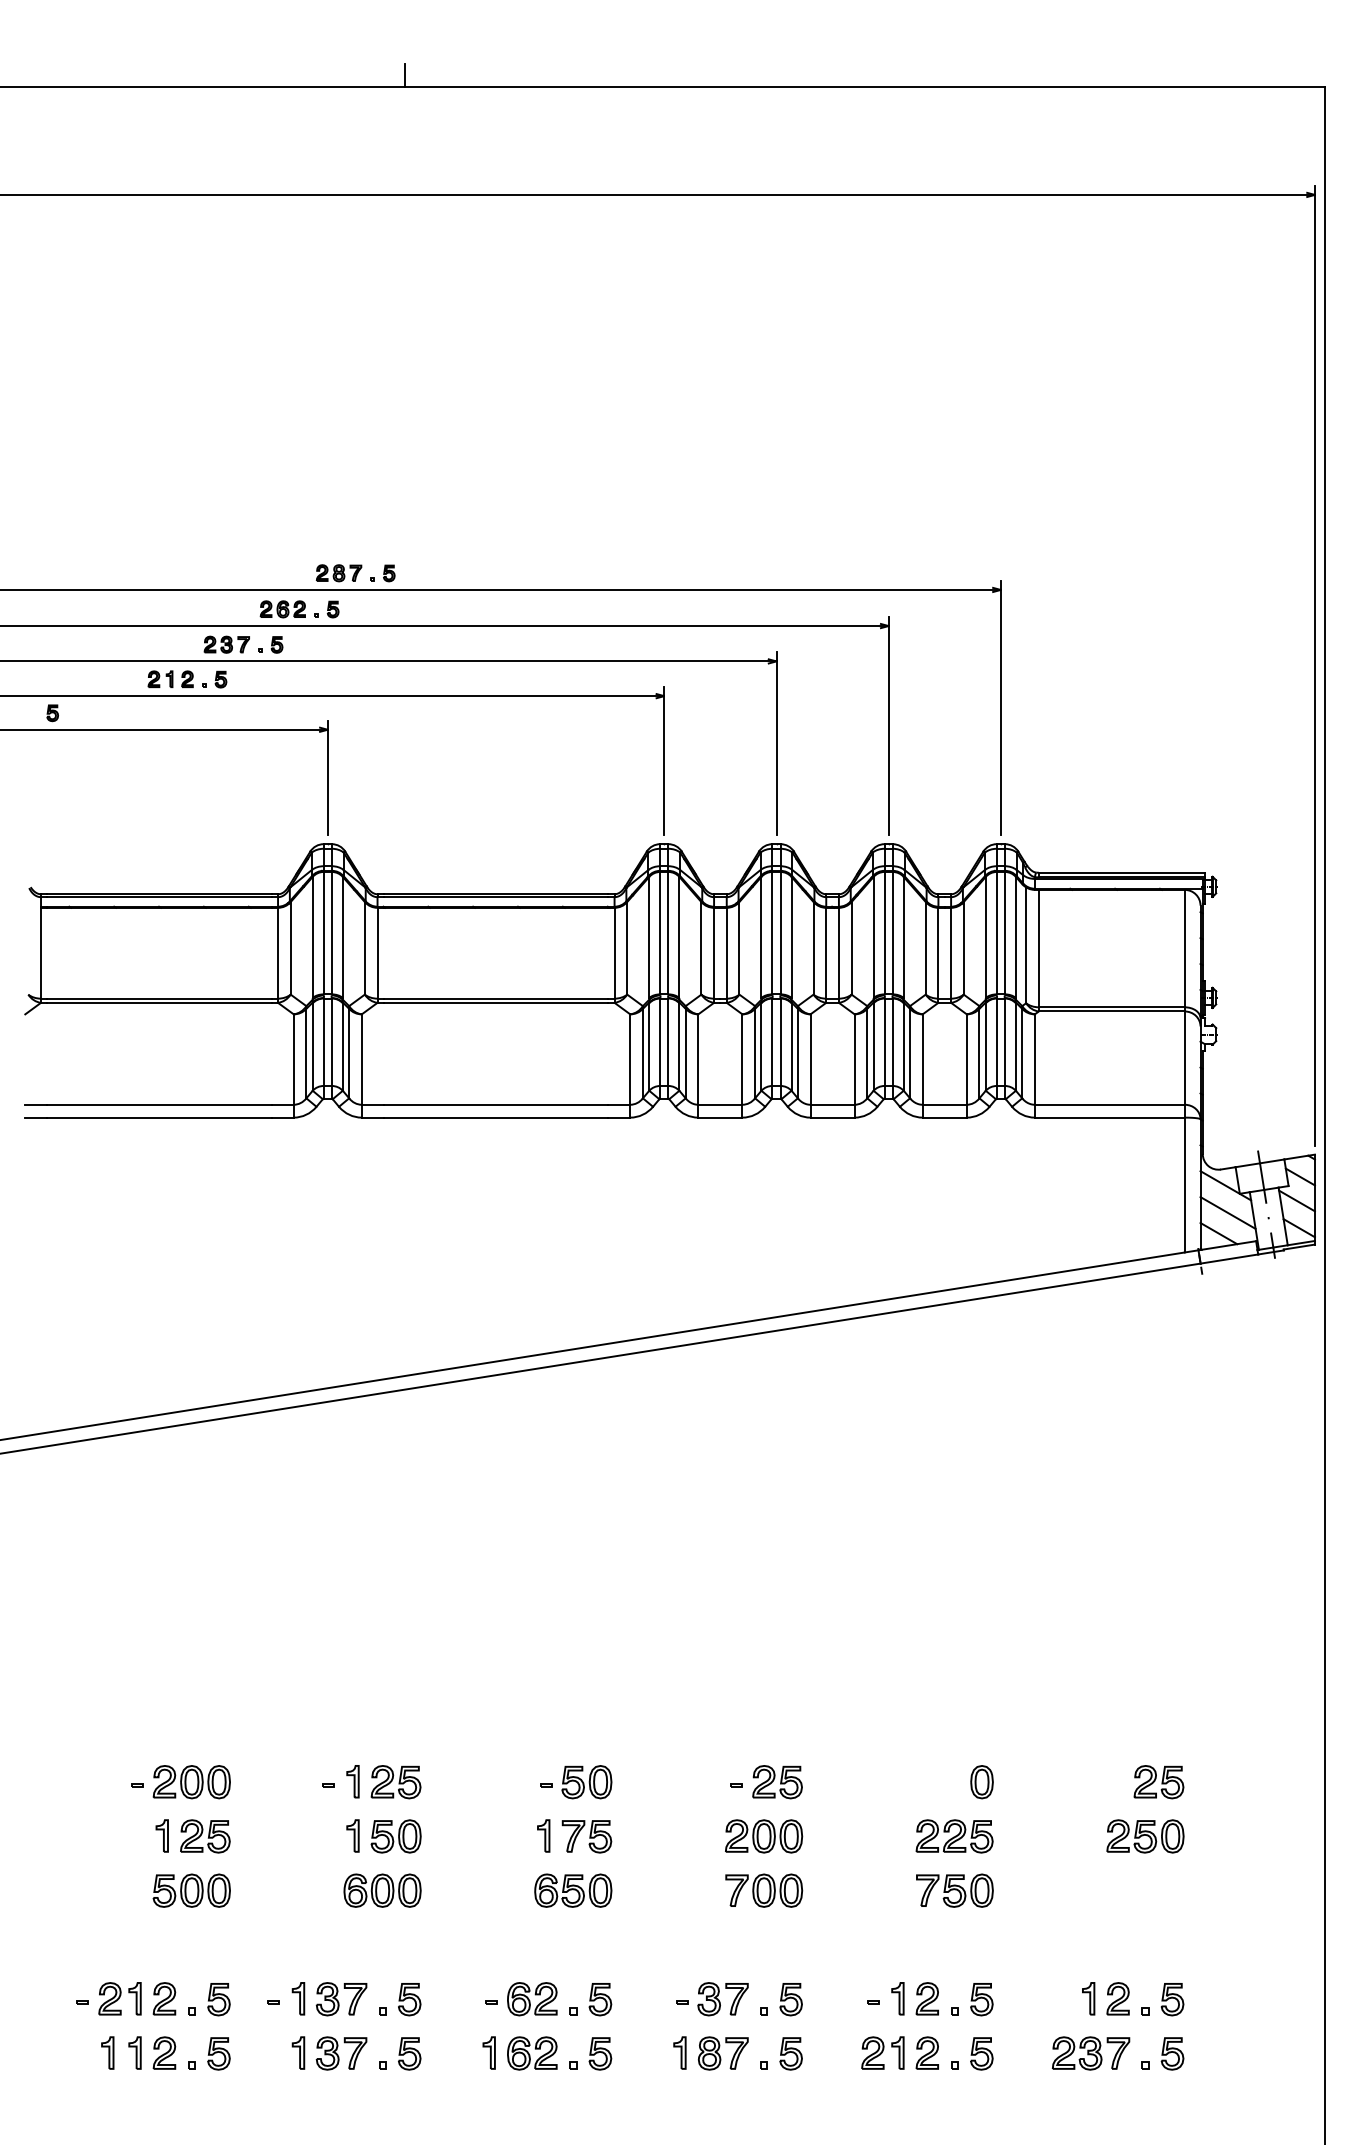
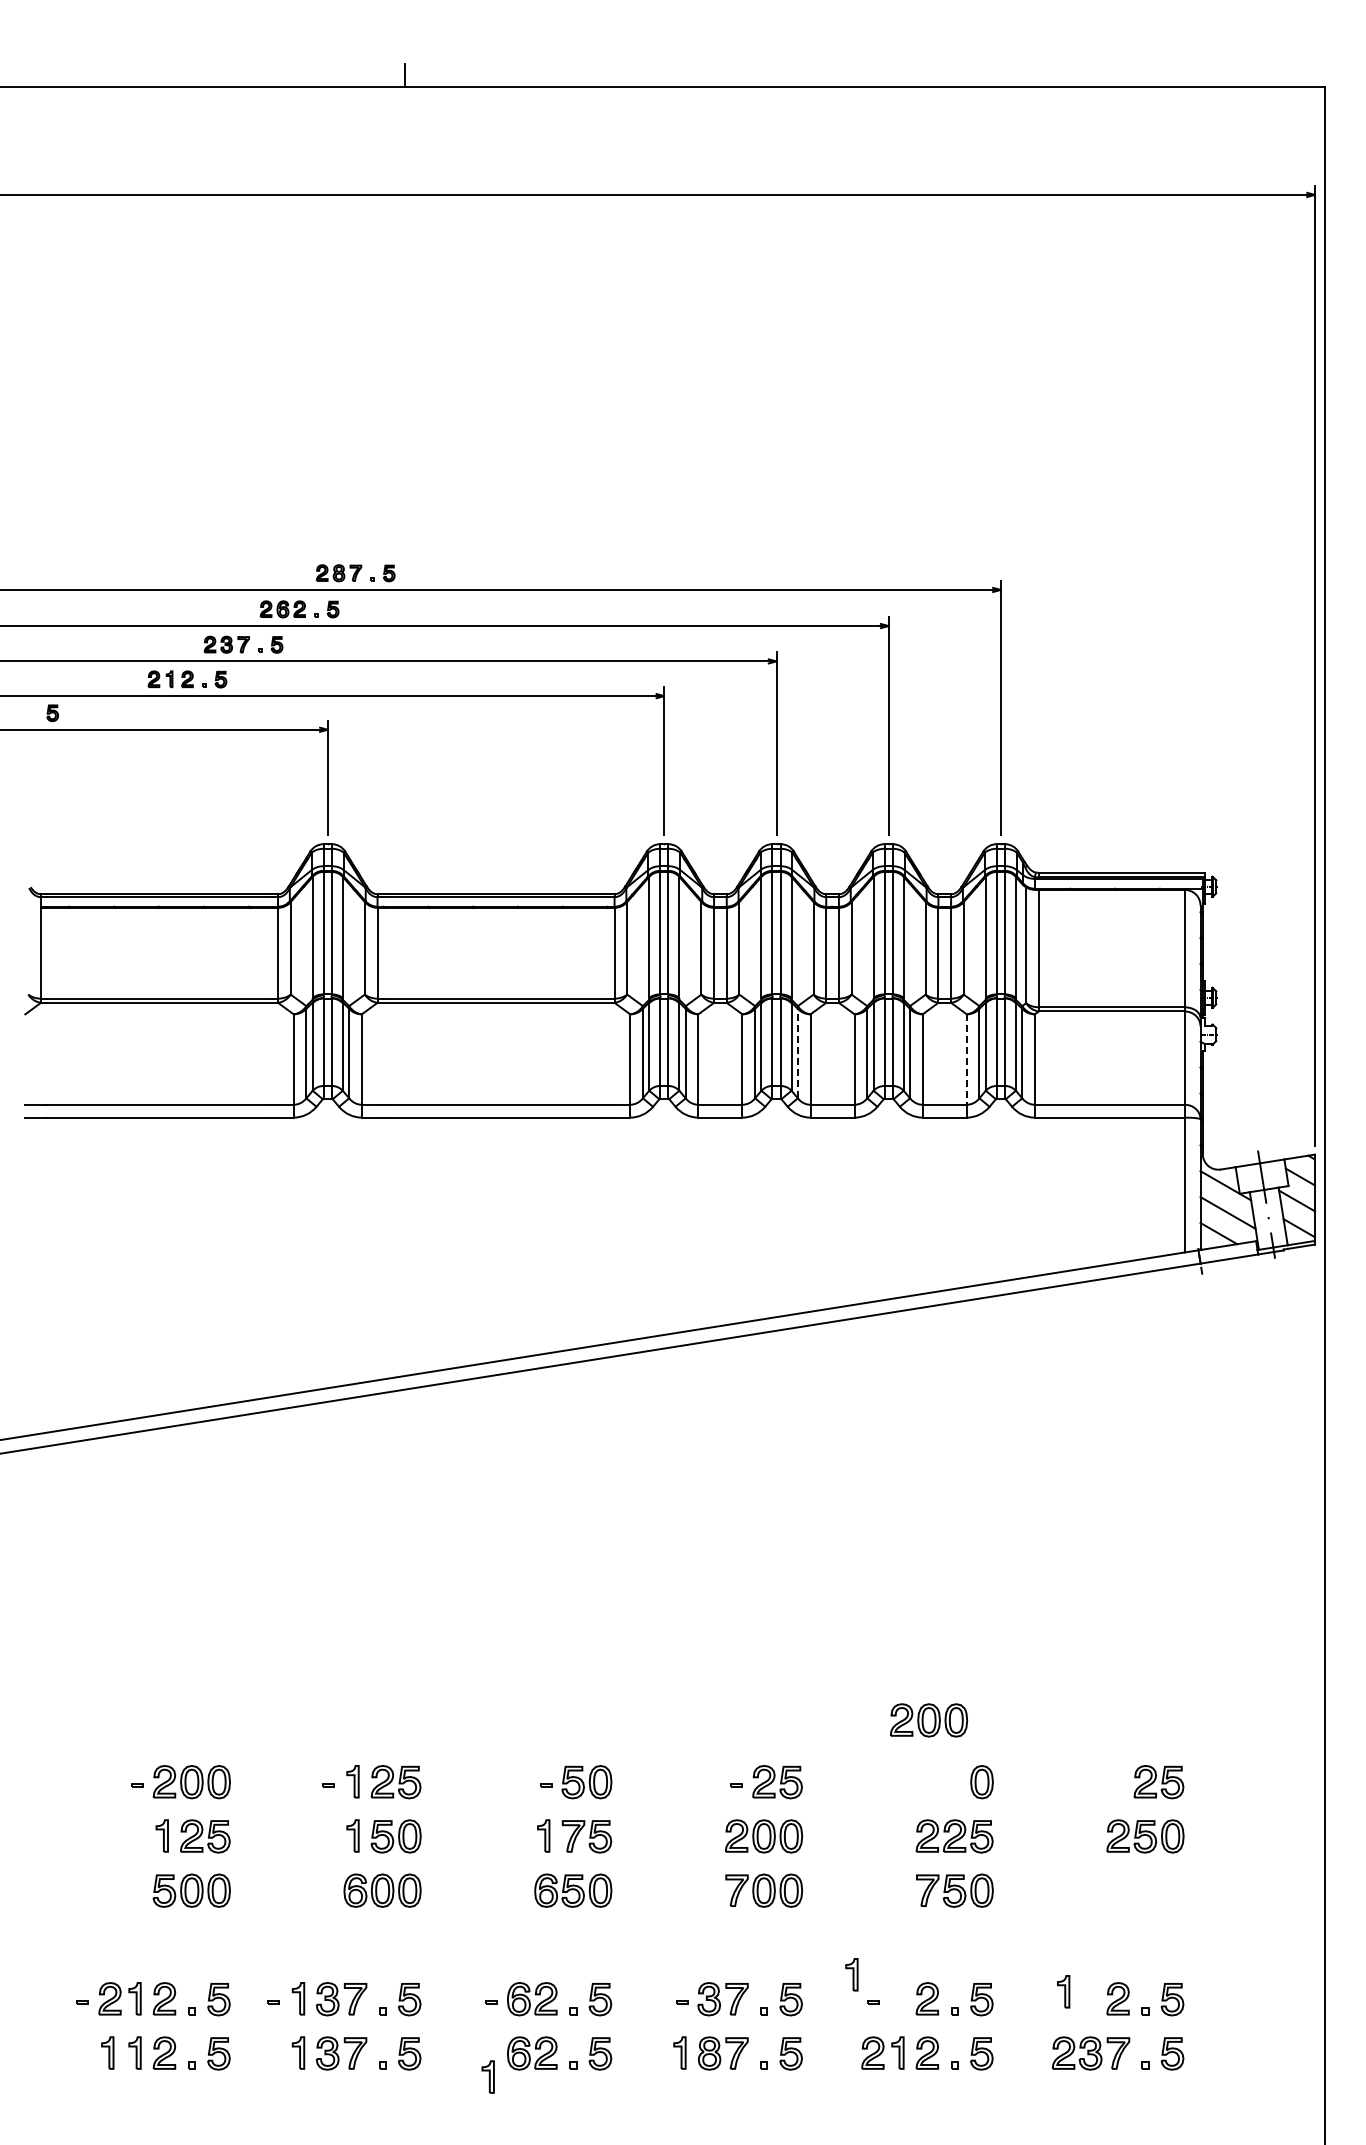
line at (797, 1053): solid -> dashed
line at (966, 1060): solid -> dashed
part at (929, 1720): none -> present
part at (897, 1998) position: (897, 1998) -> (851, 1974)
part at (1088, 1998) position: (1088, 1998) -> (1063, 1991)
part at (488, 2052) position: (488, 2052) -> (487, 2076)
